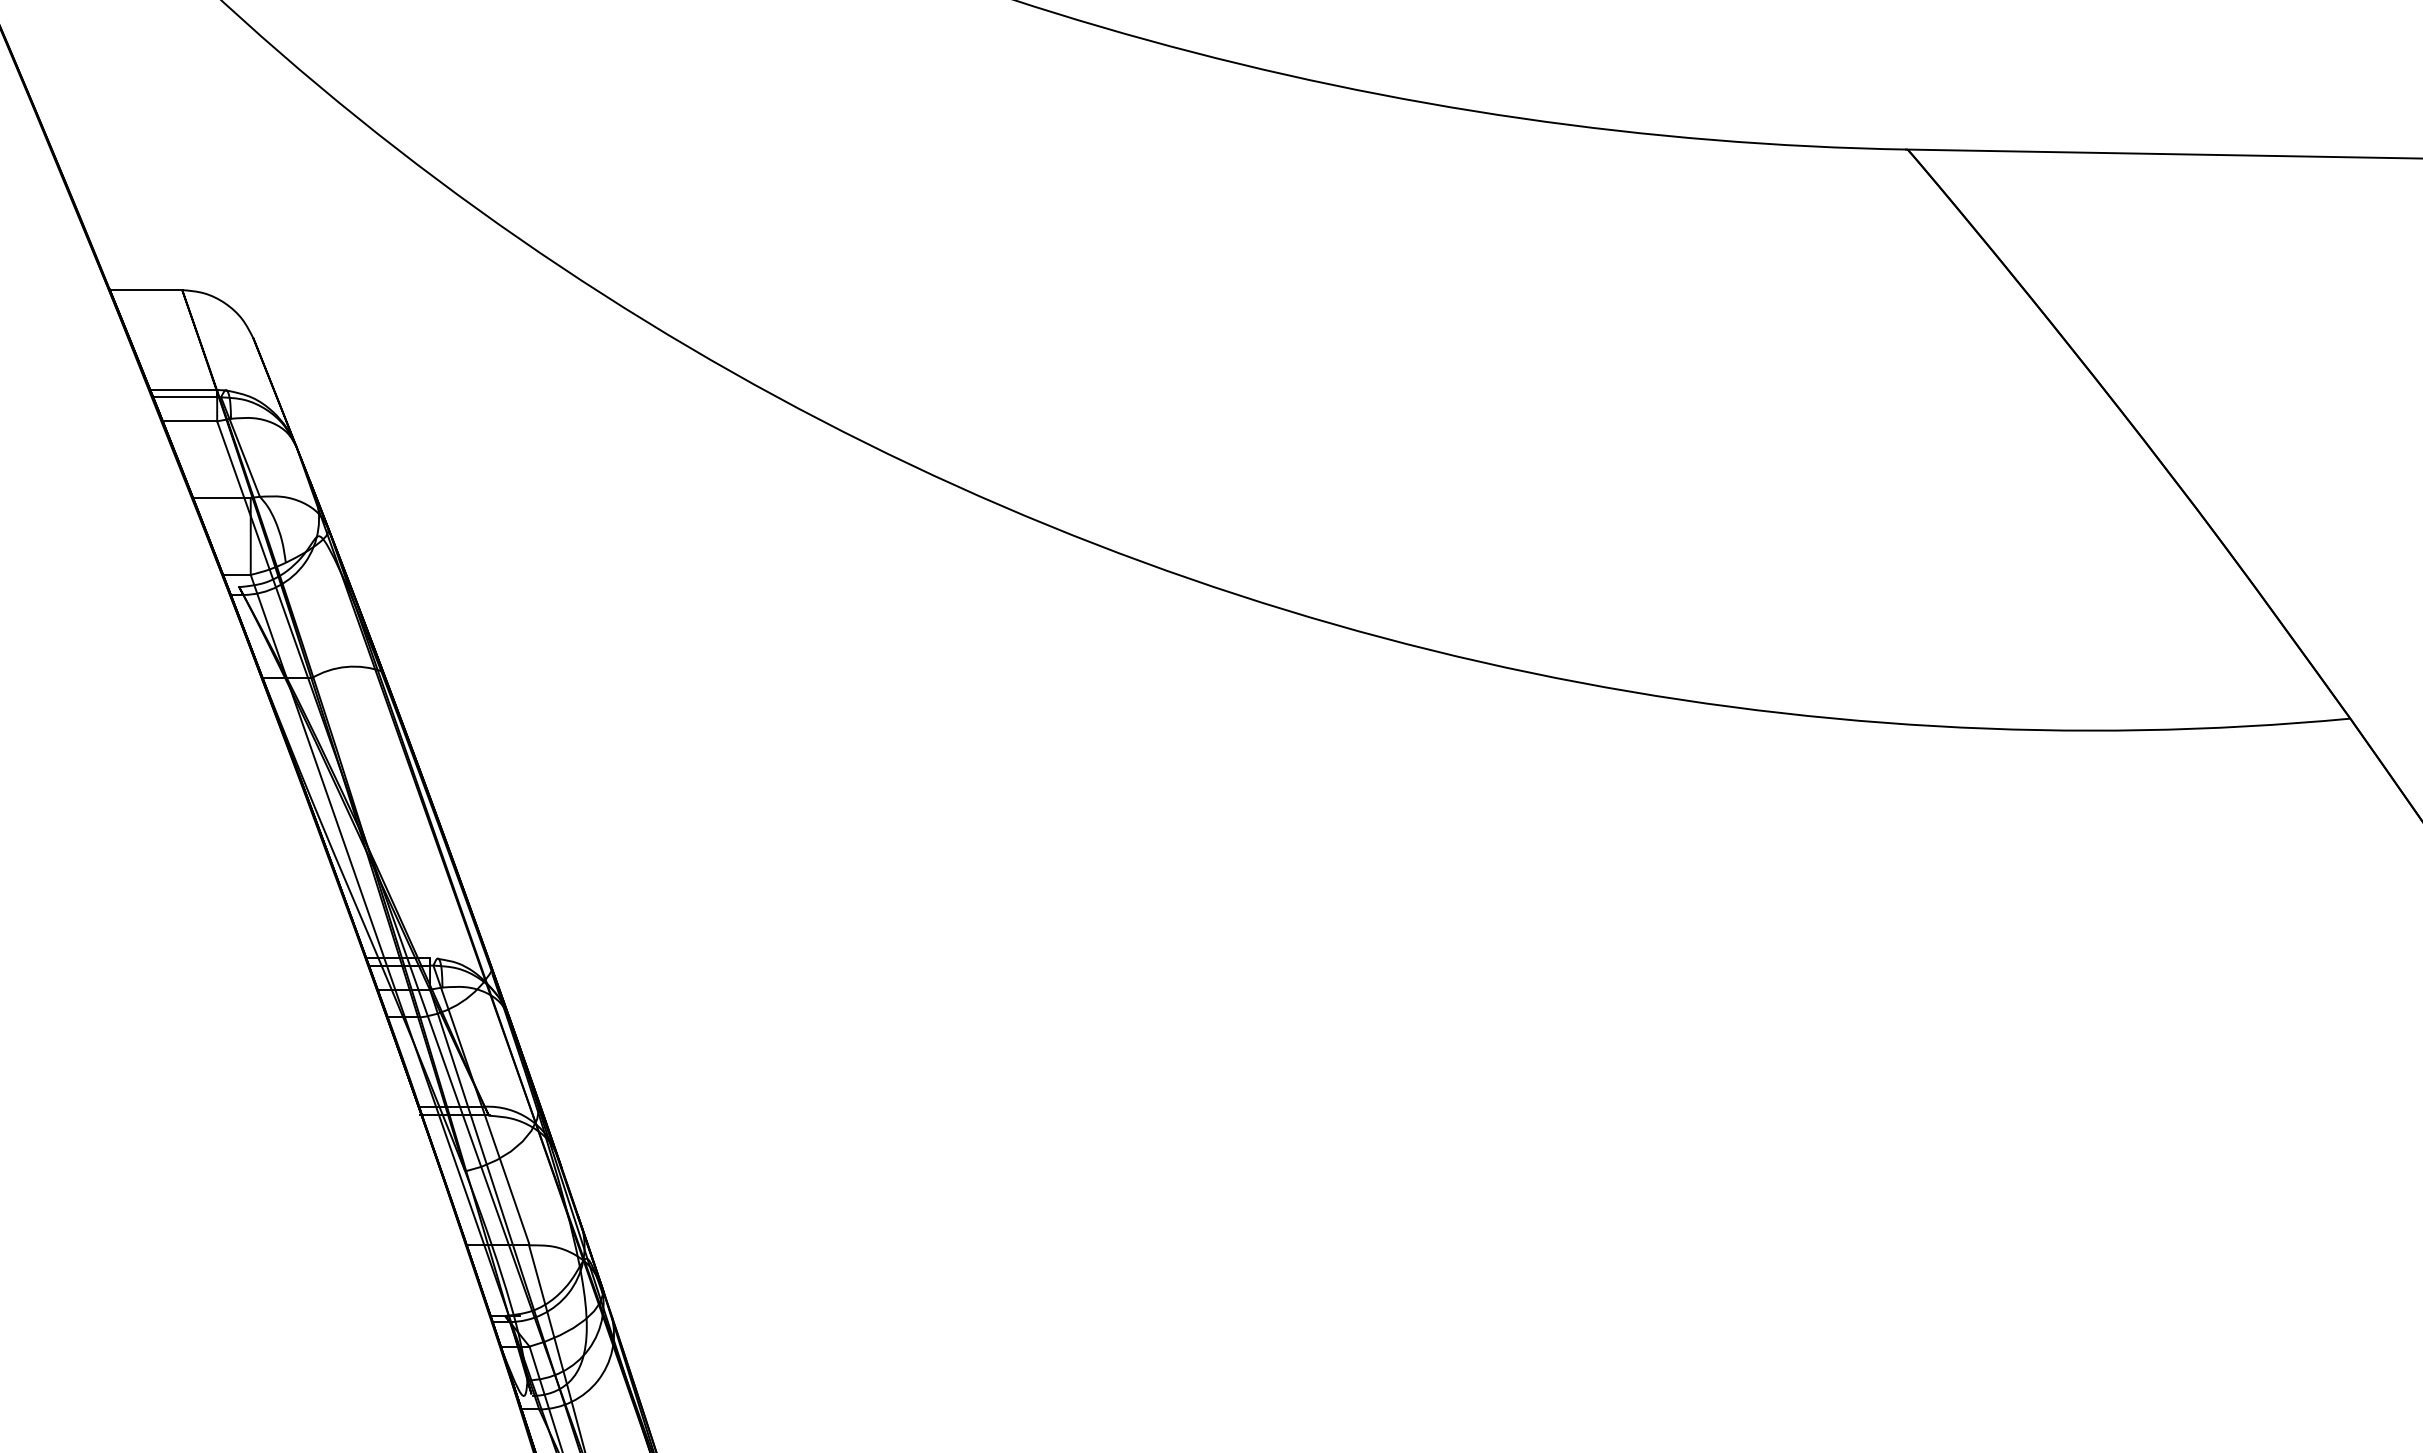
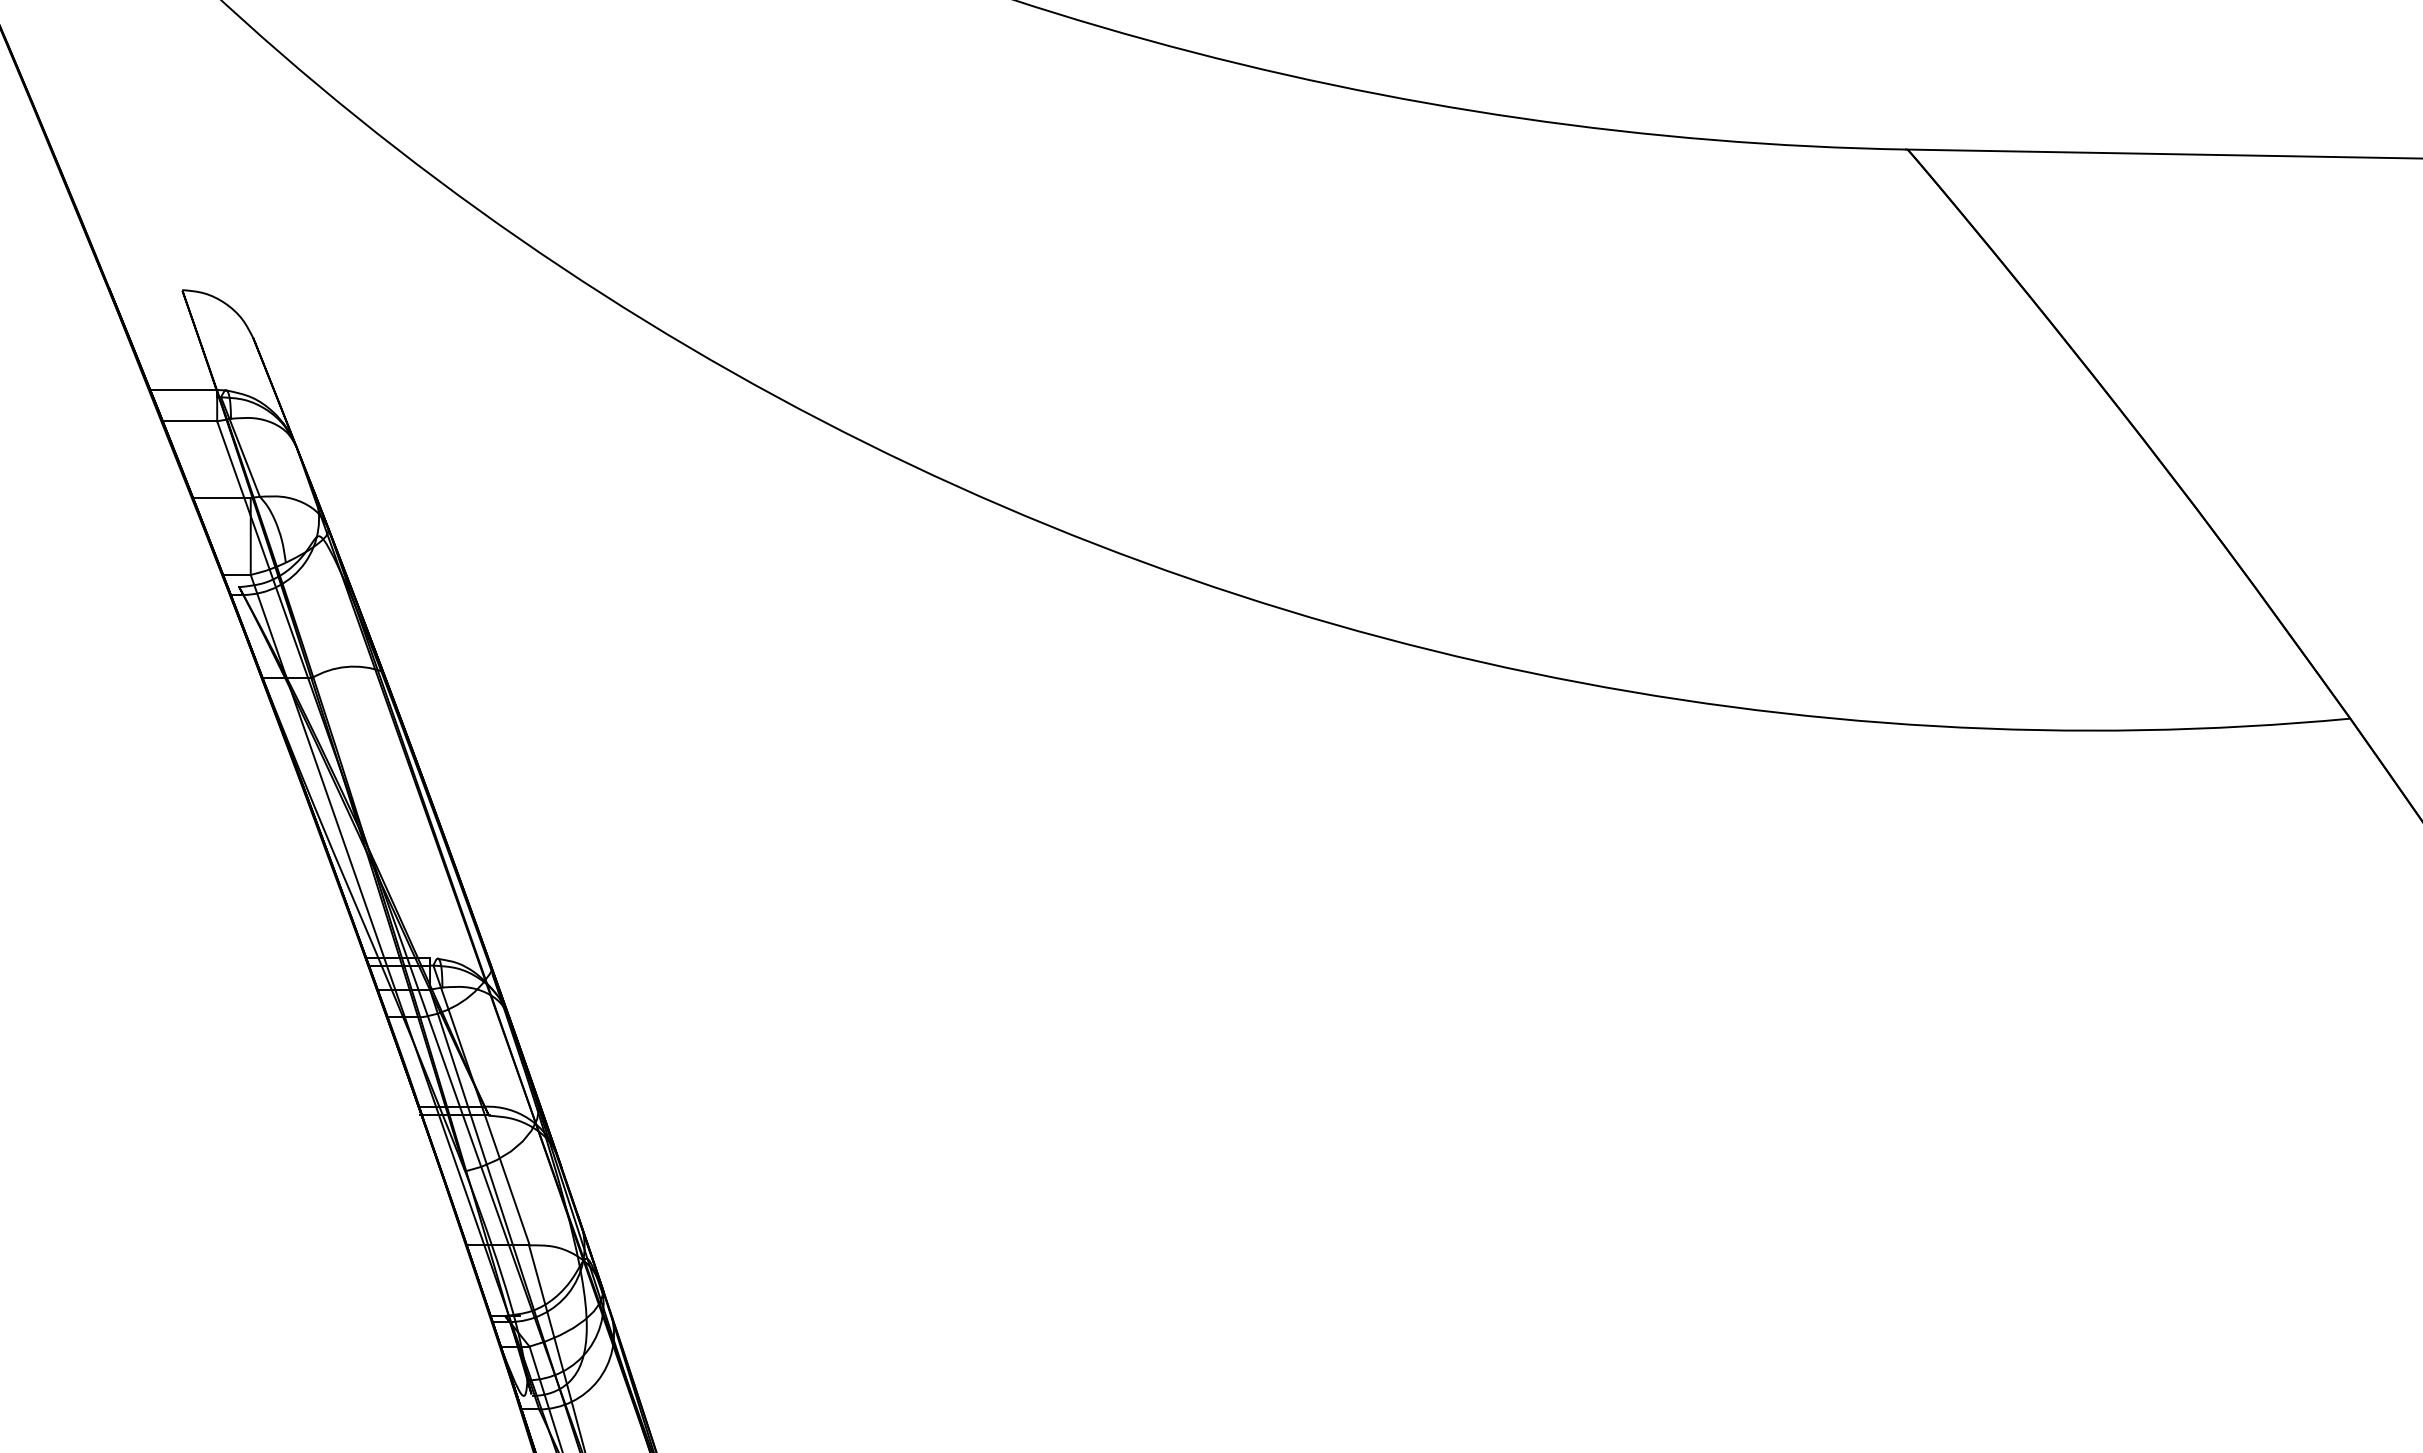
line at (145, 290): present -> none
line at (184, 397): present -> none
